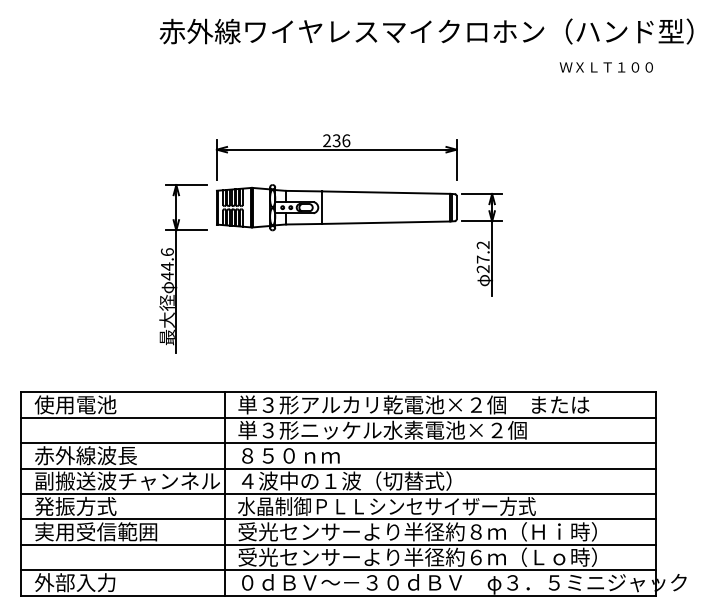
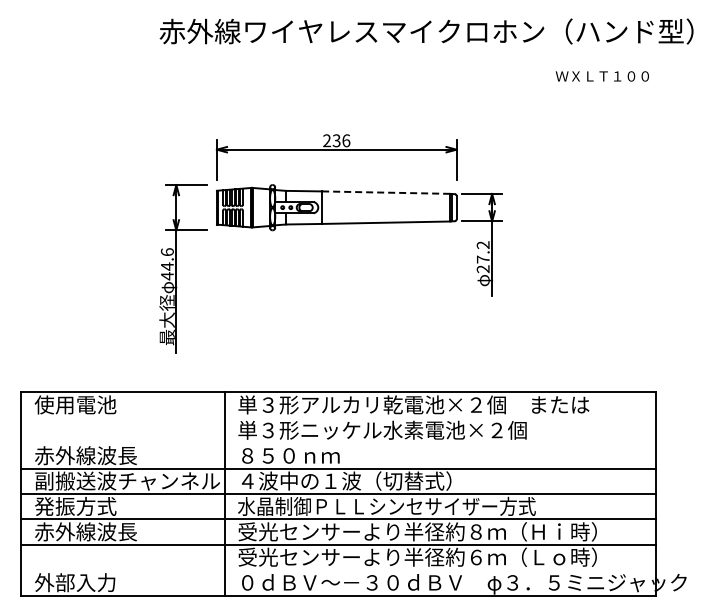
text at (605, 67) position: (605, 67) -> (601, 76)
line at (386, 192): solid -> dashed
line at (338, 417): present -> none
line at (338, 443): present -> none
text at (96, 531): 実用受信範囲 -> 赤外線波長
line at (338, 570): present -> none
